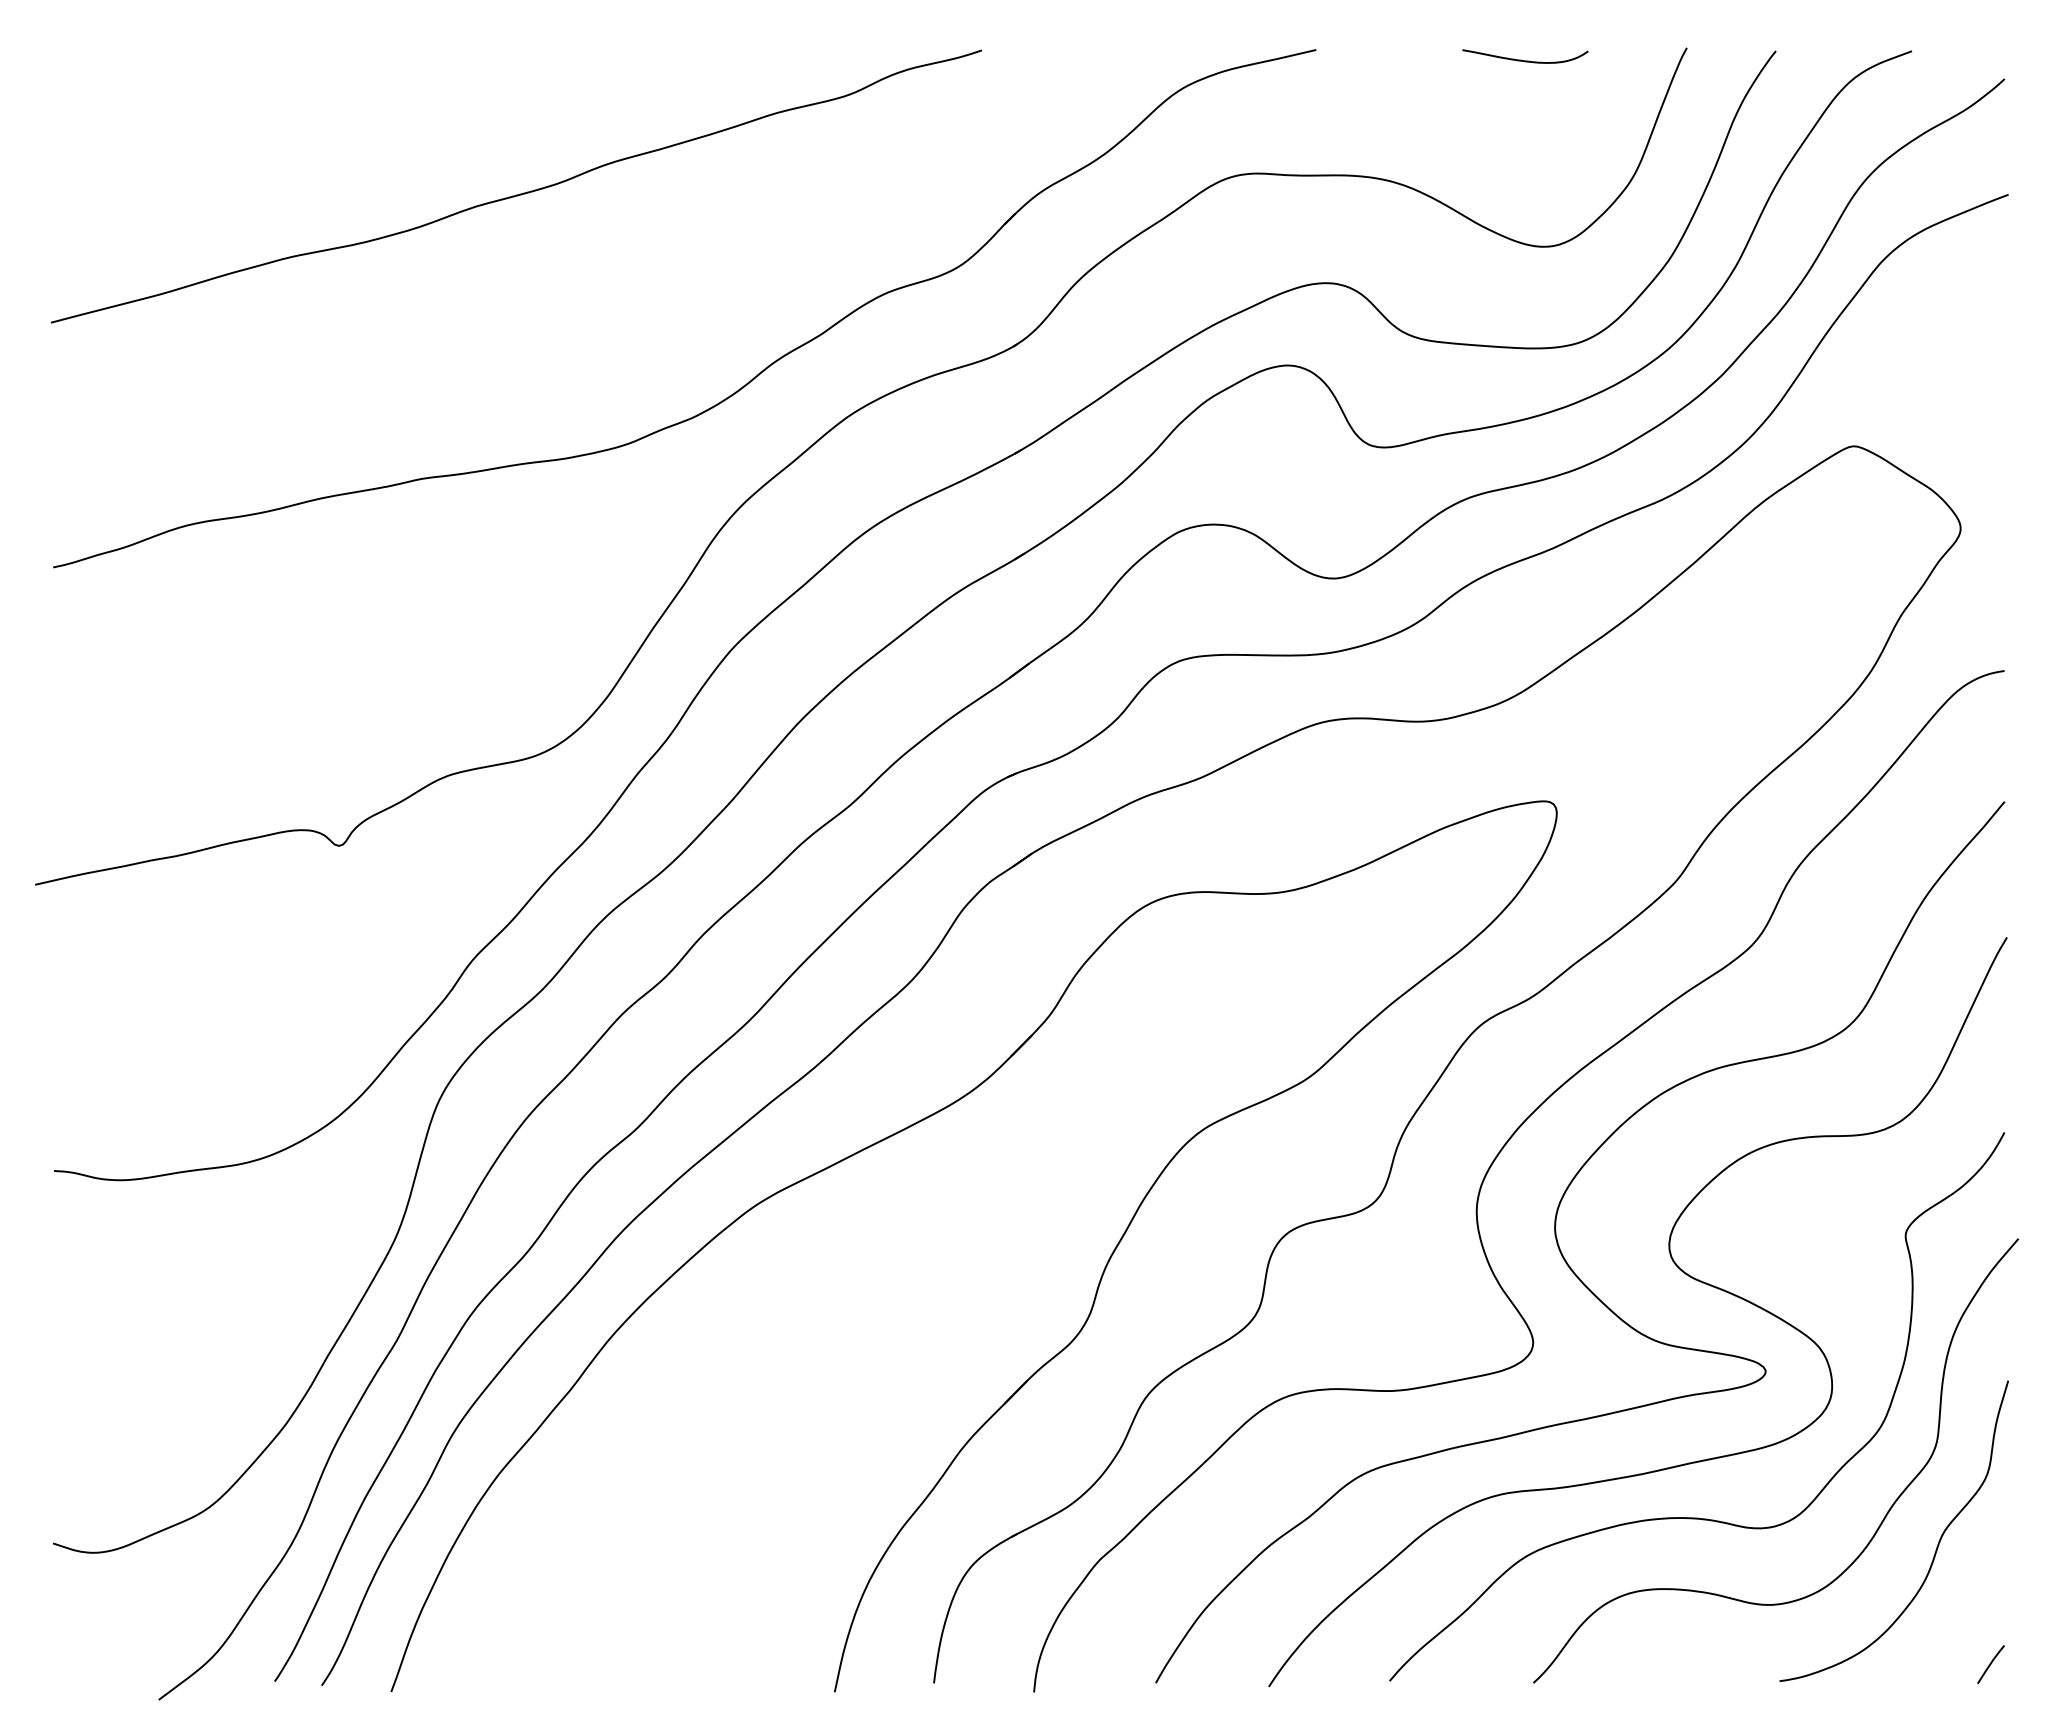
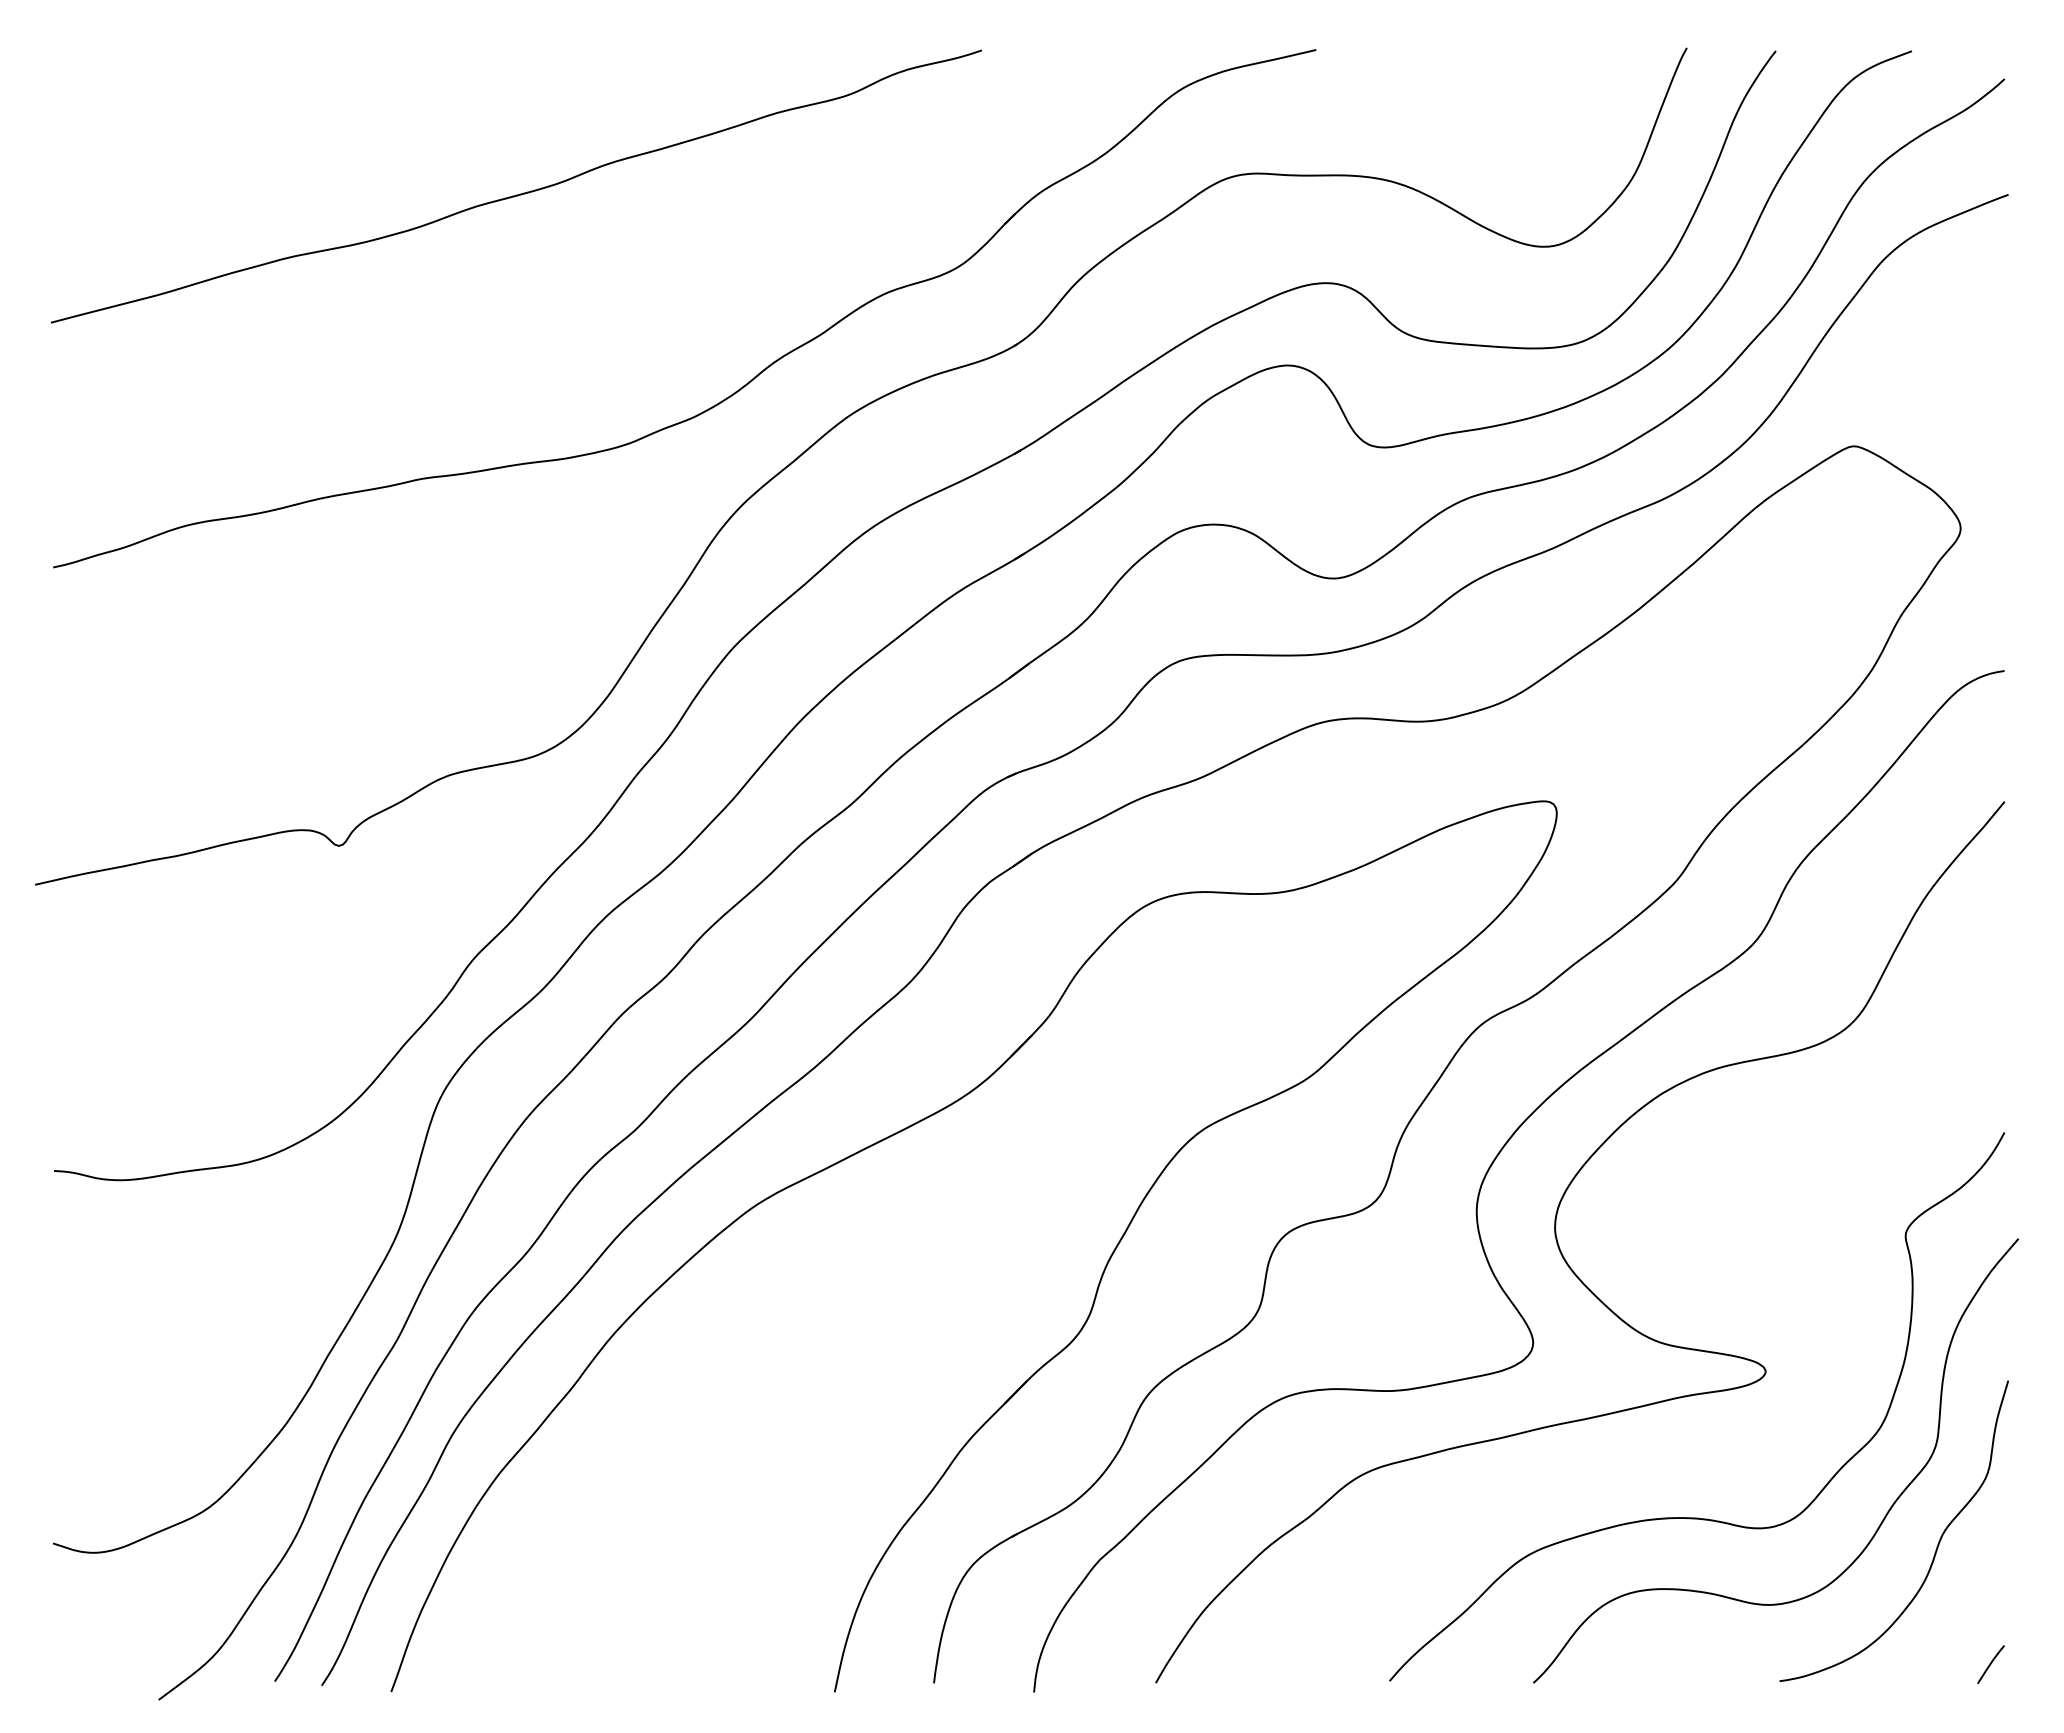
curve at (1525, 60): present -> none
curve at (1679, 1269): present -> none
